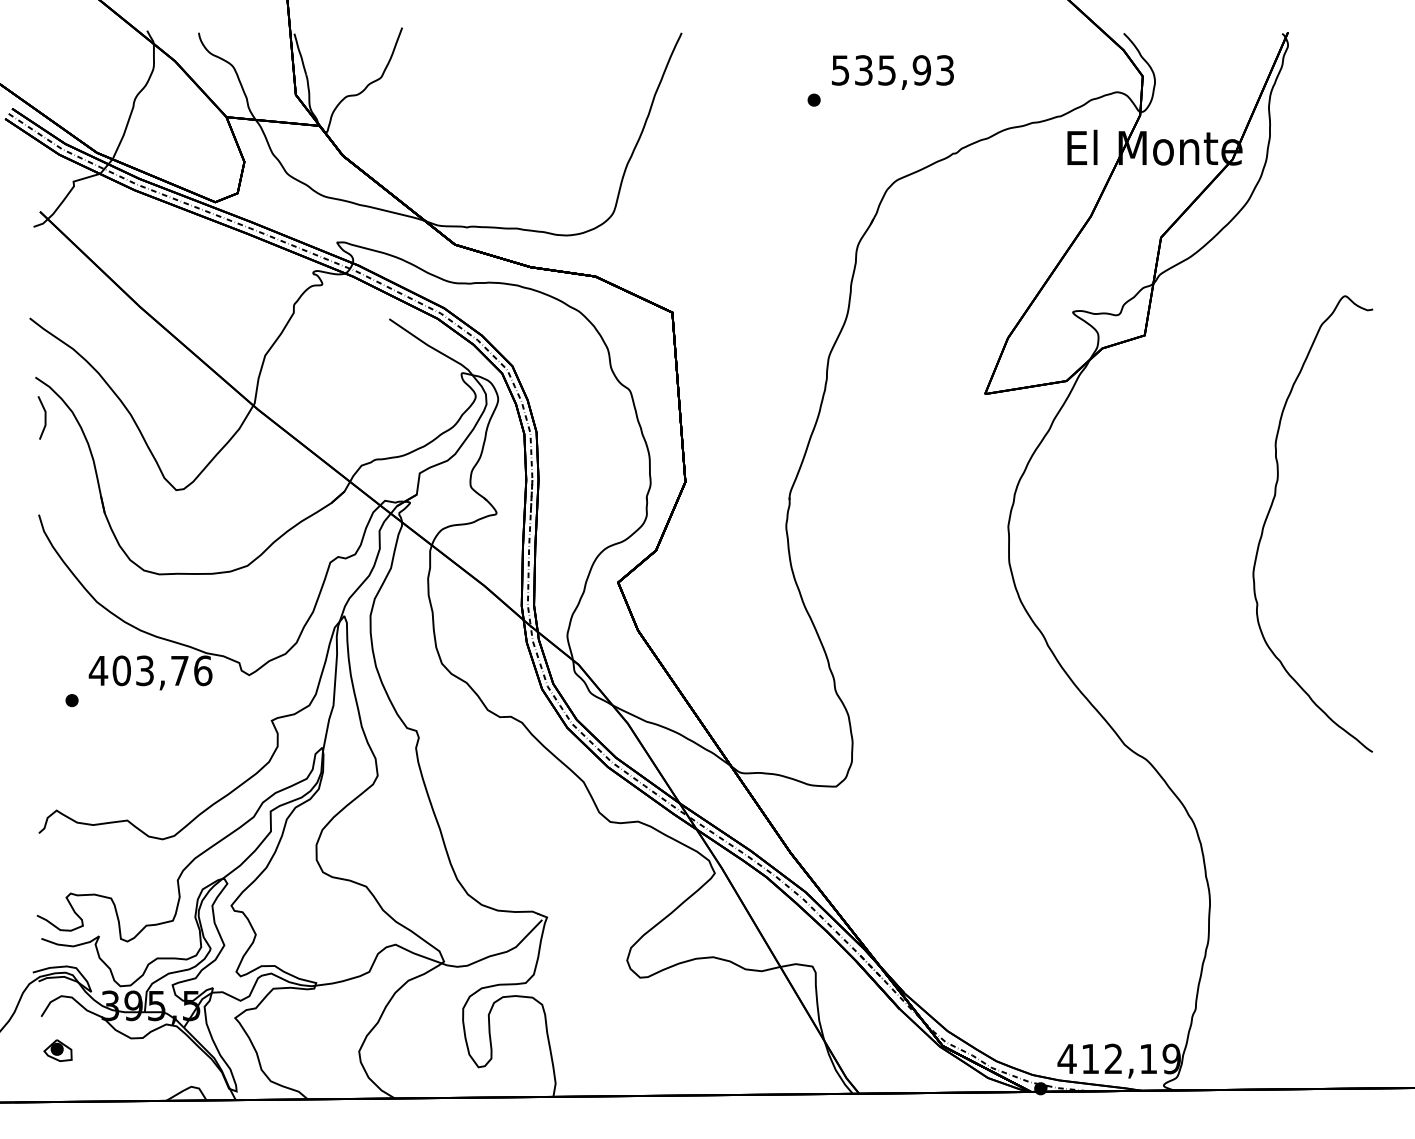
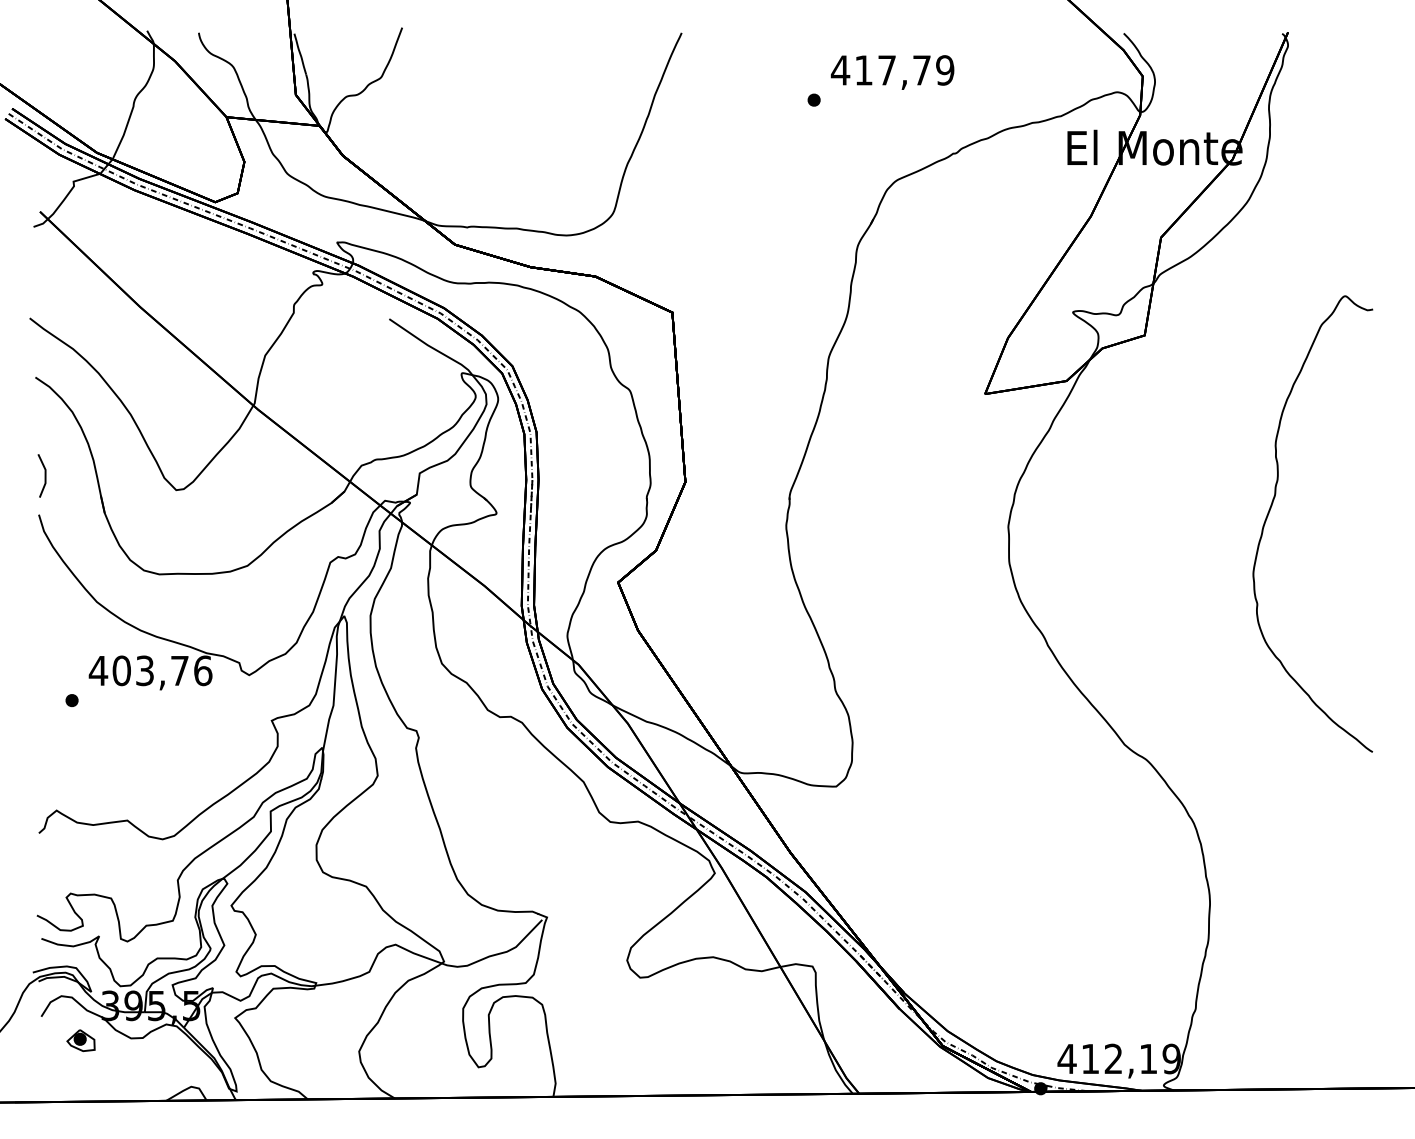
text at (892, 70): 535,93 -> 417,79
line at (44, 417) position: (44, 417) -> (44, 475)
part at (57, 1050) position: (57, 1050) -> (80, 1040)
